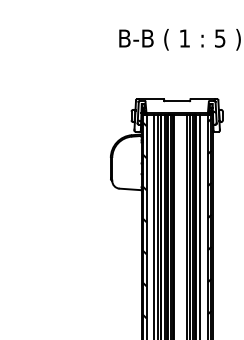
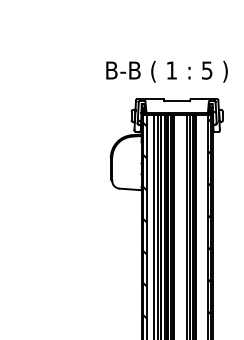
text at (179, 39) position: (179, 39) -> (166, 71)
line at (200, 225): present -> none
